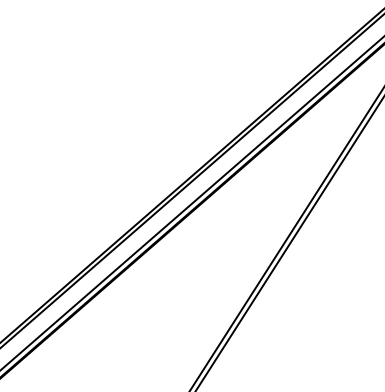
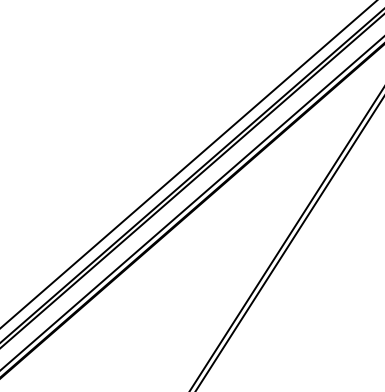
line at (188, 164): none -> present
